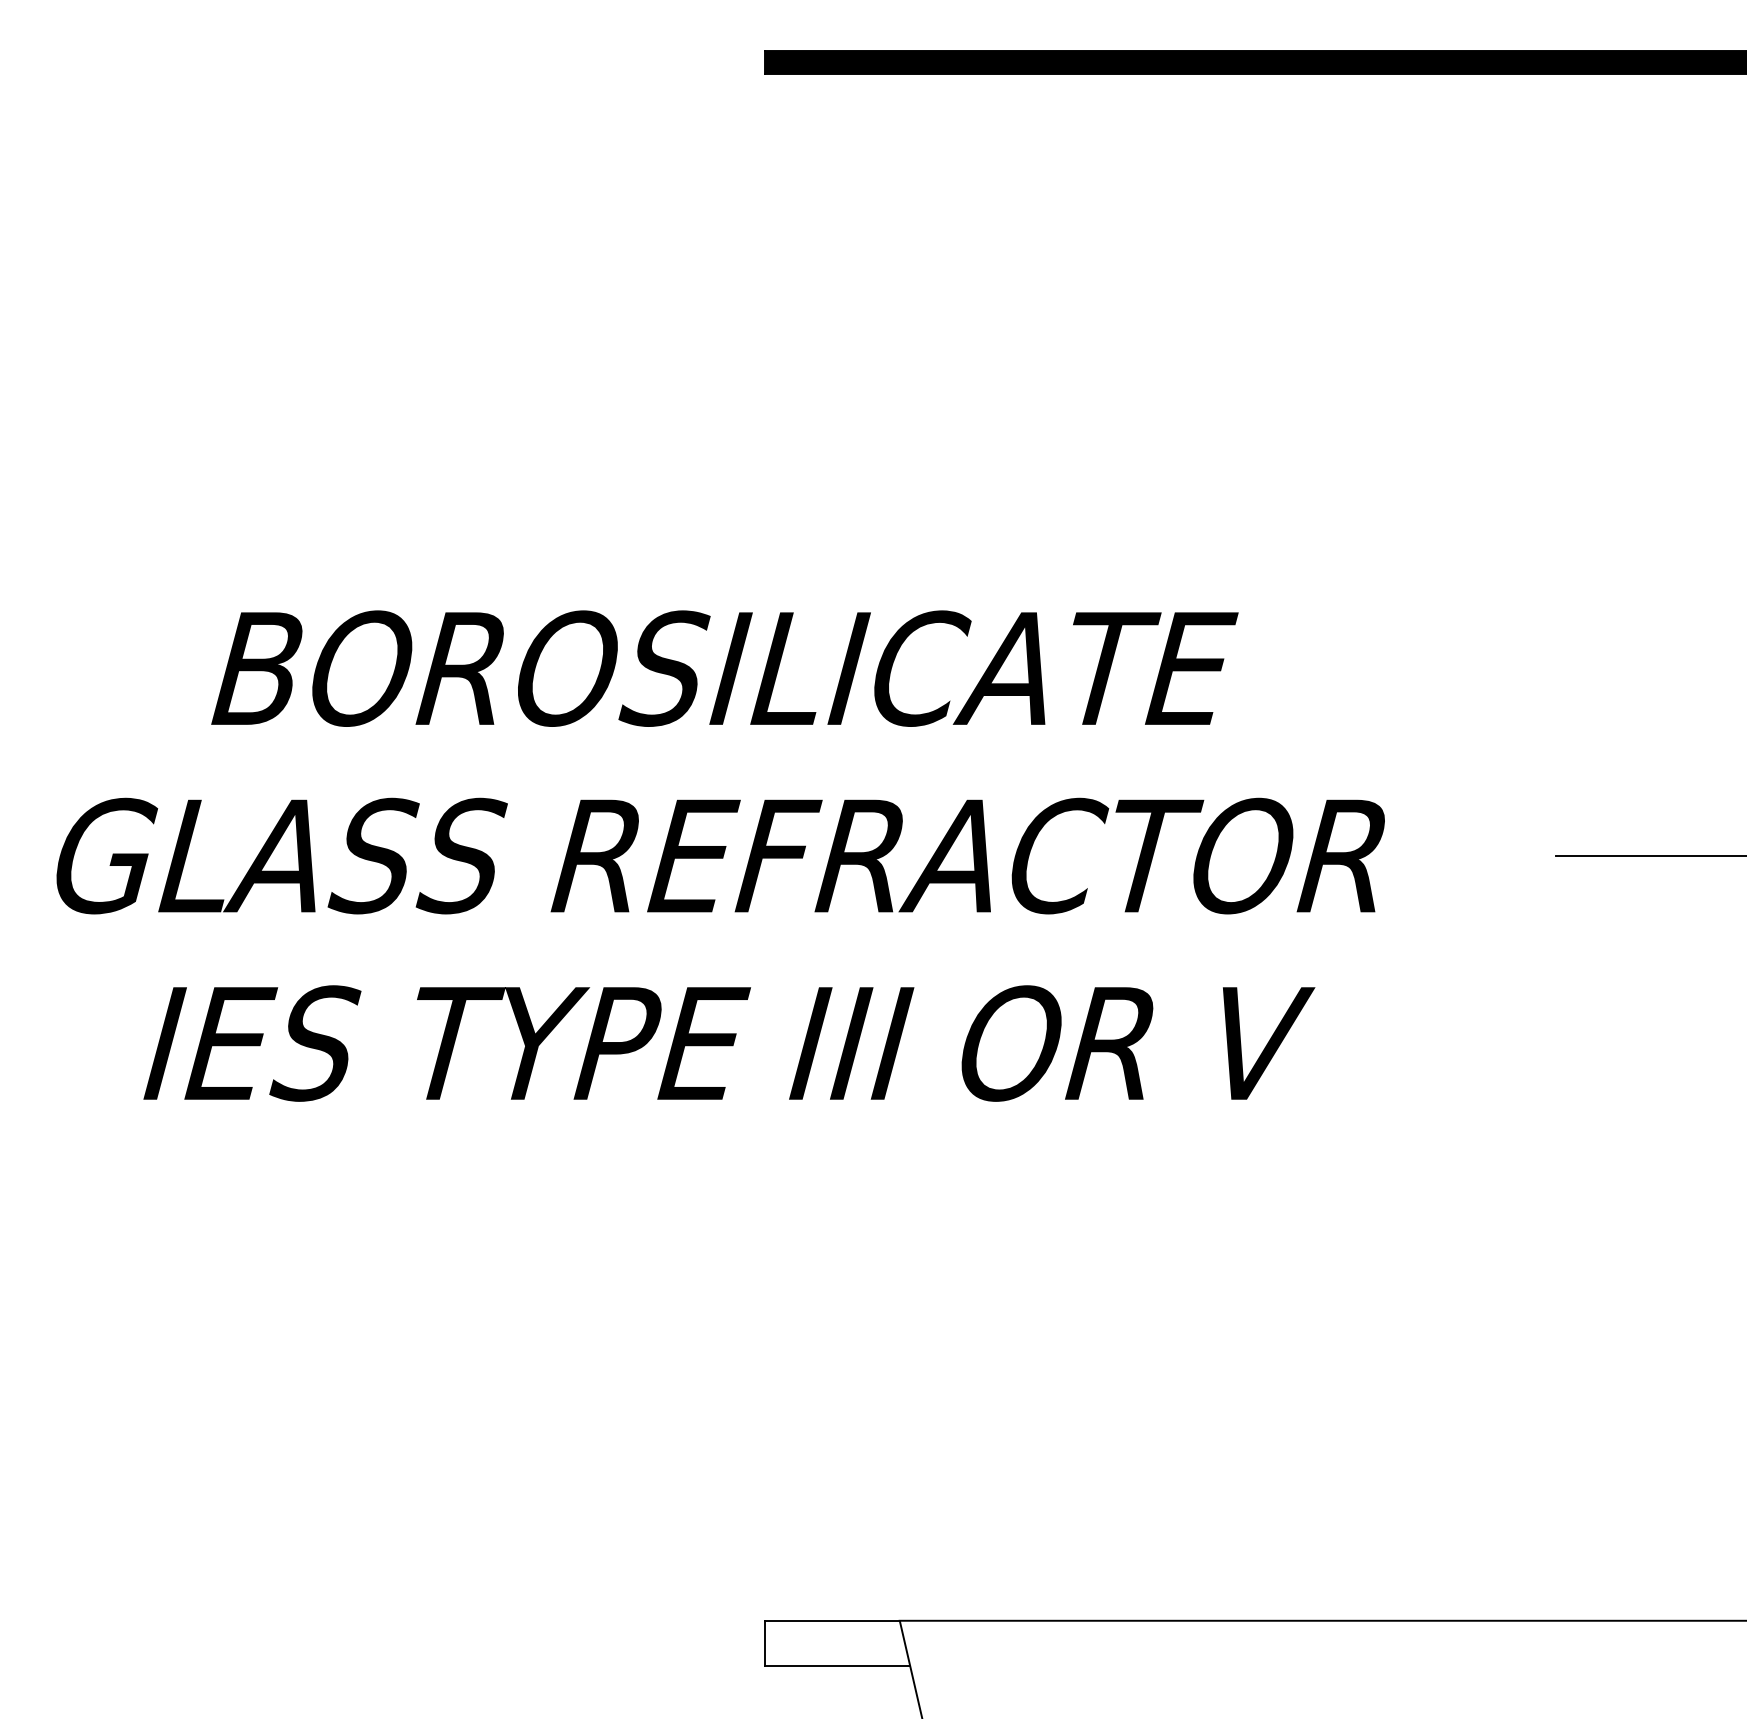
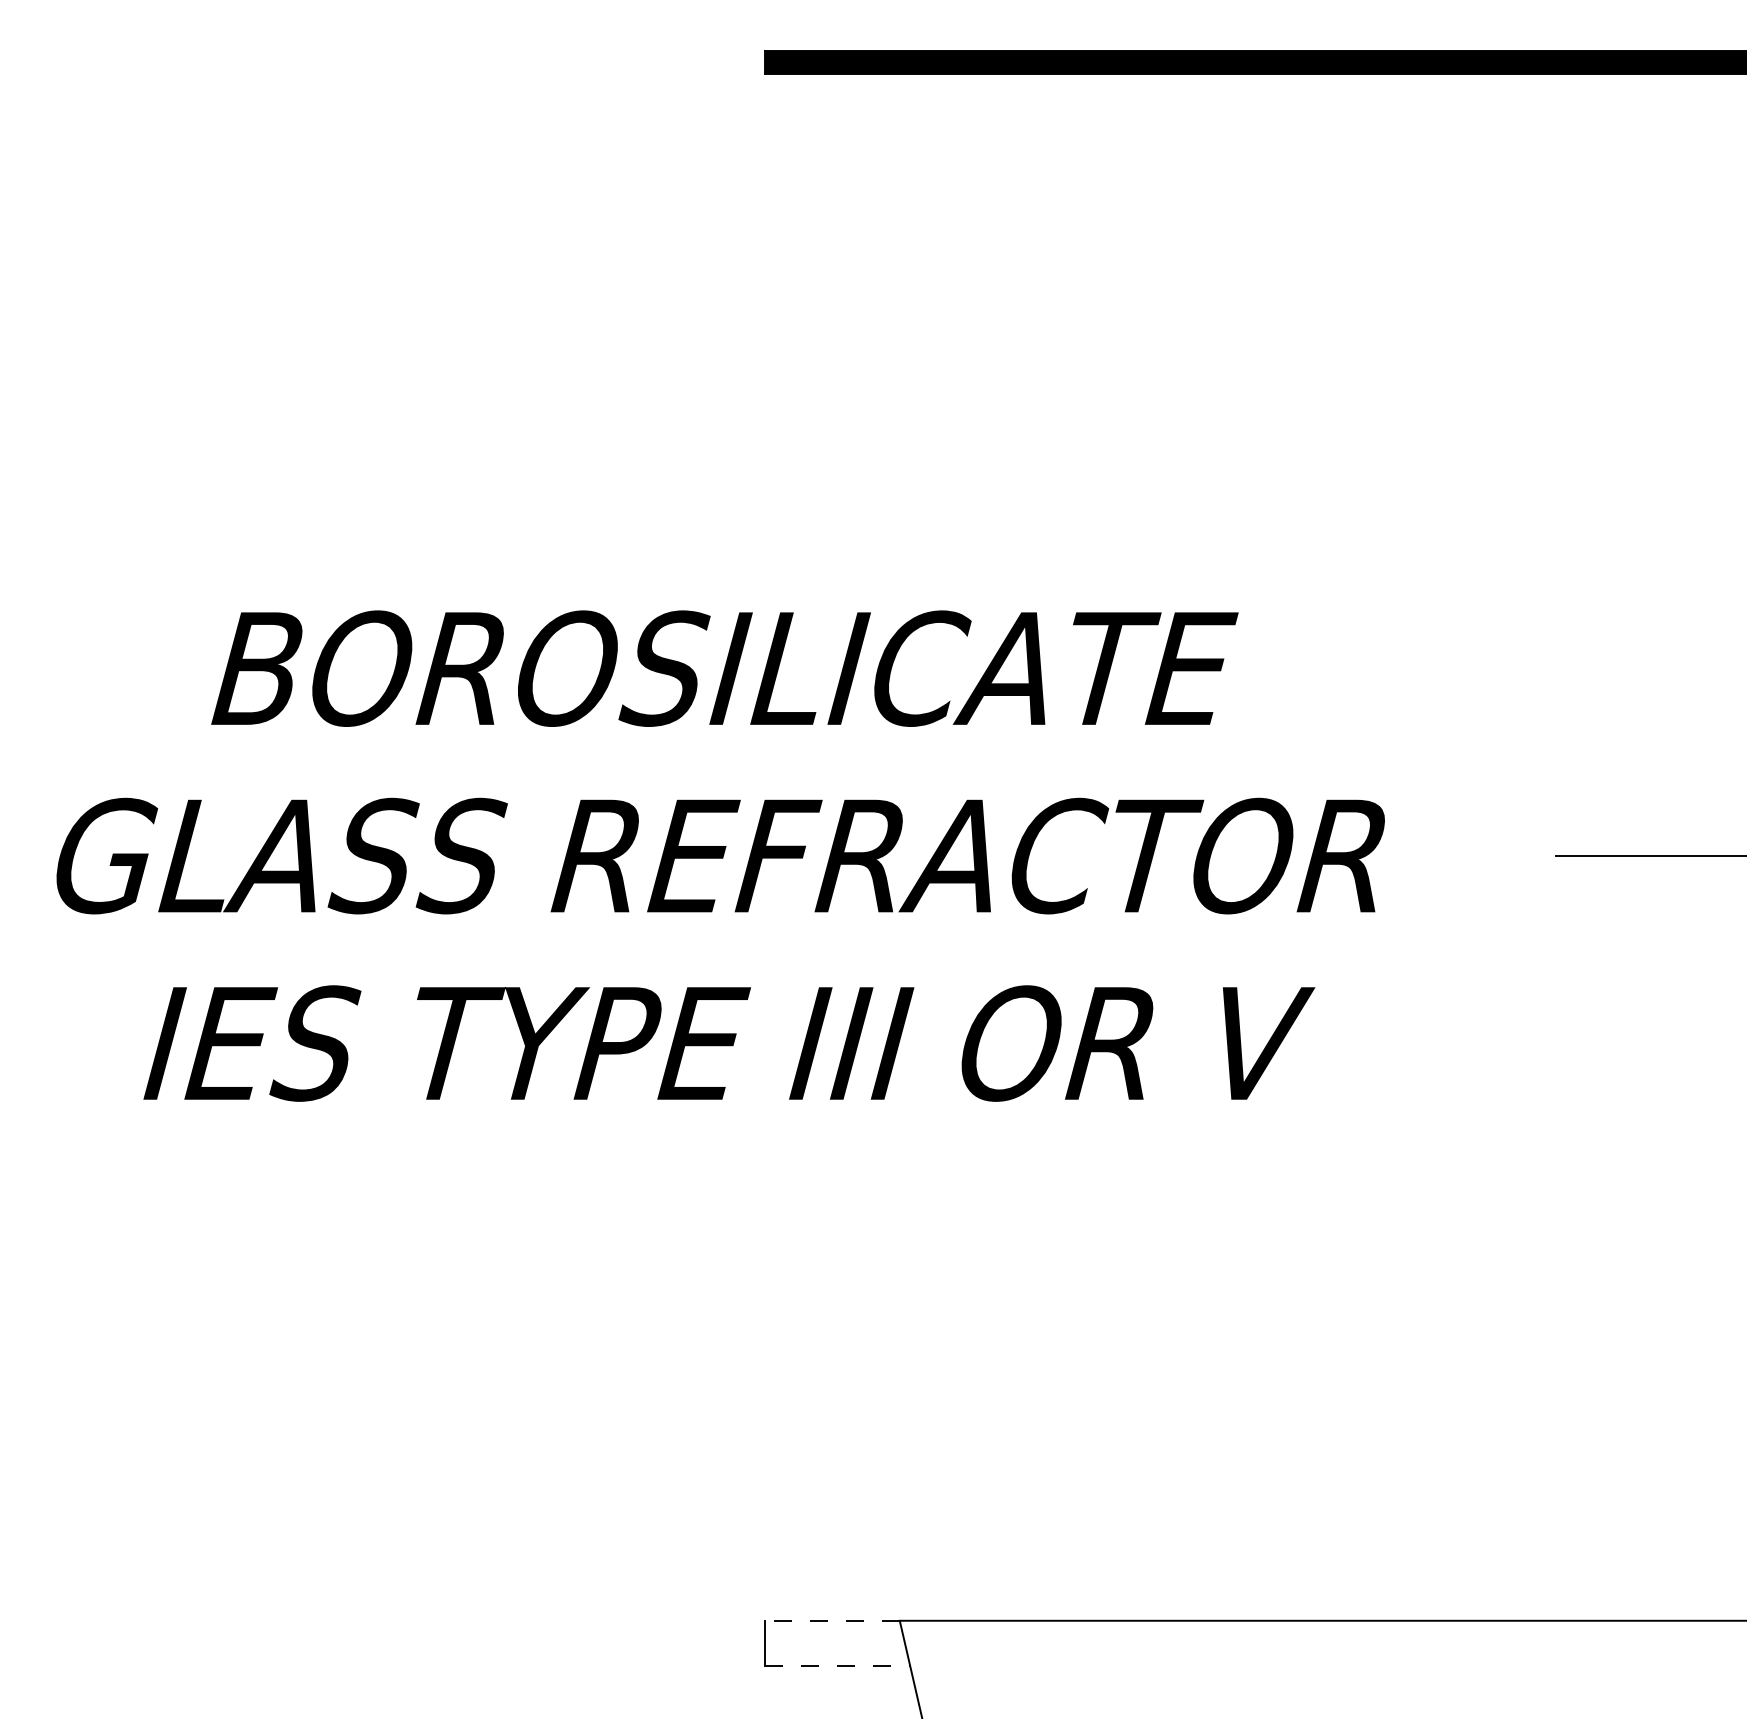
line at (831, 1620): solid -> dashed
line at (837, 1665): solid -> dashed
